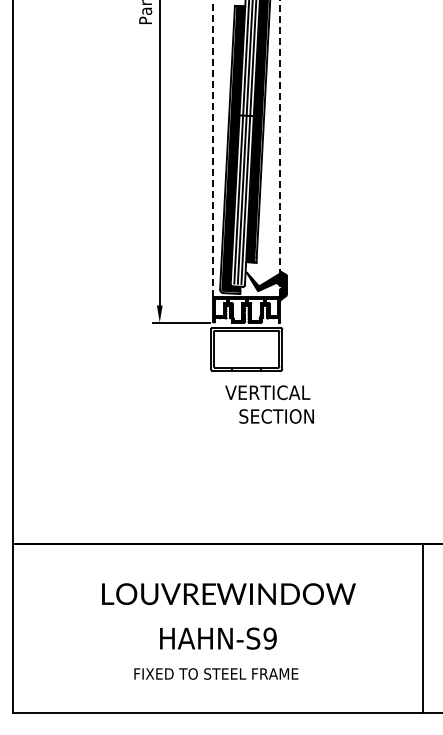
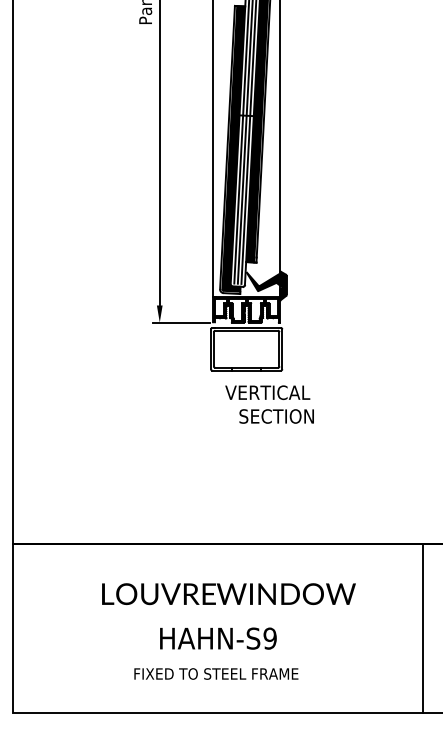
line at (213, 148): dashed -> solid
line at (280, 149): dashed -> solid
